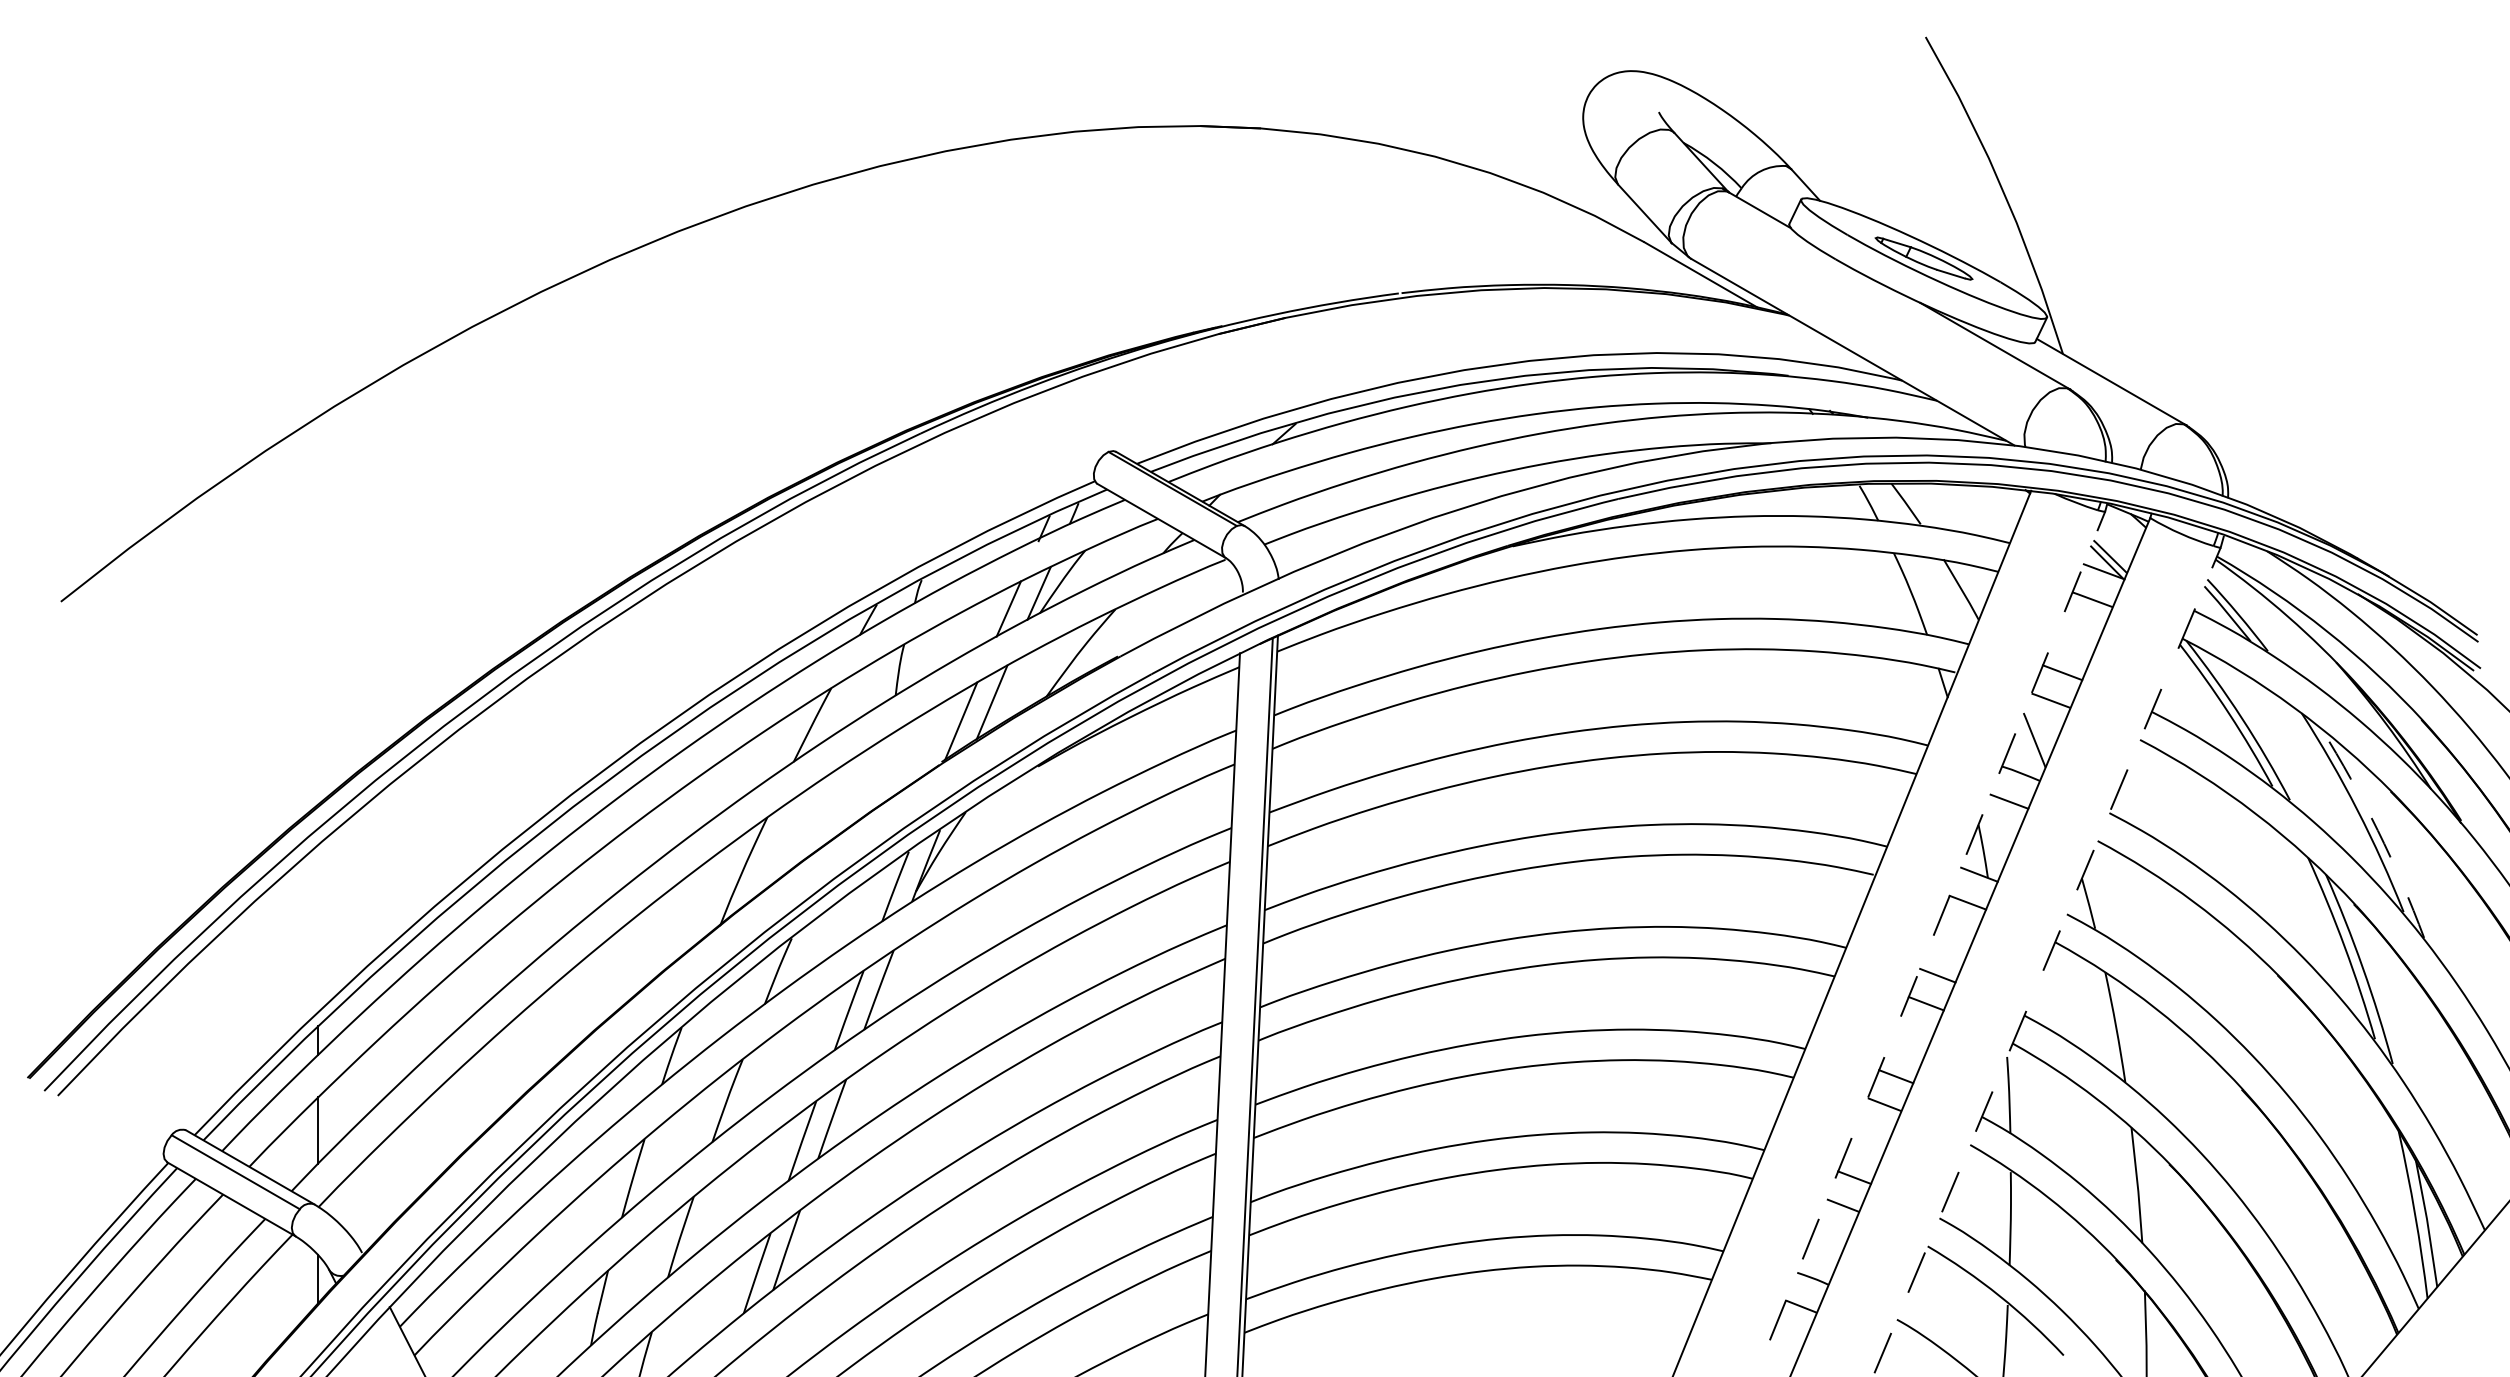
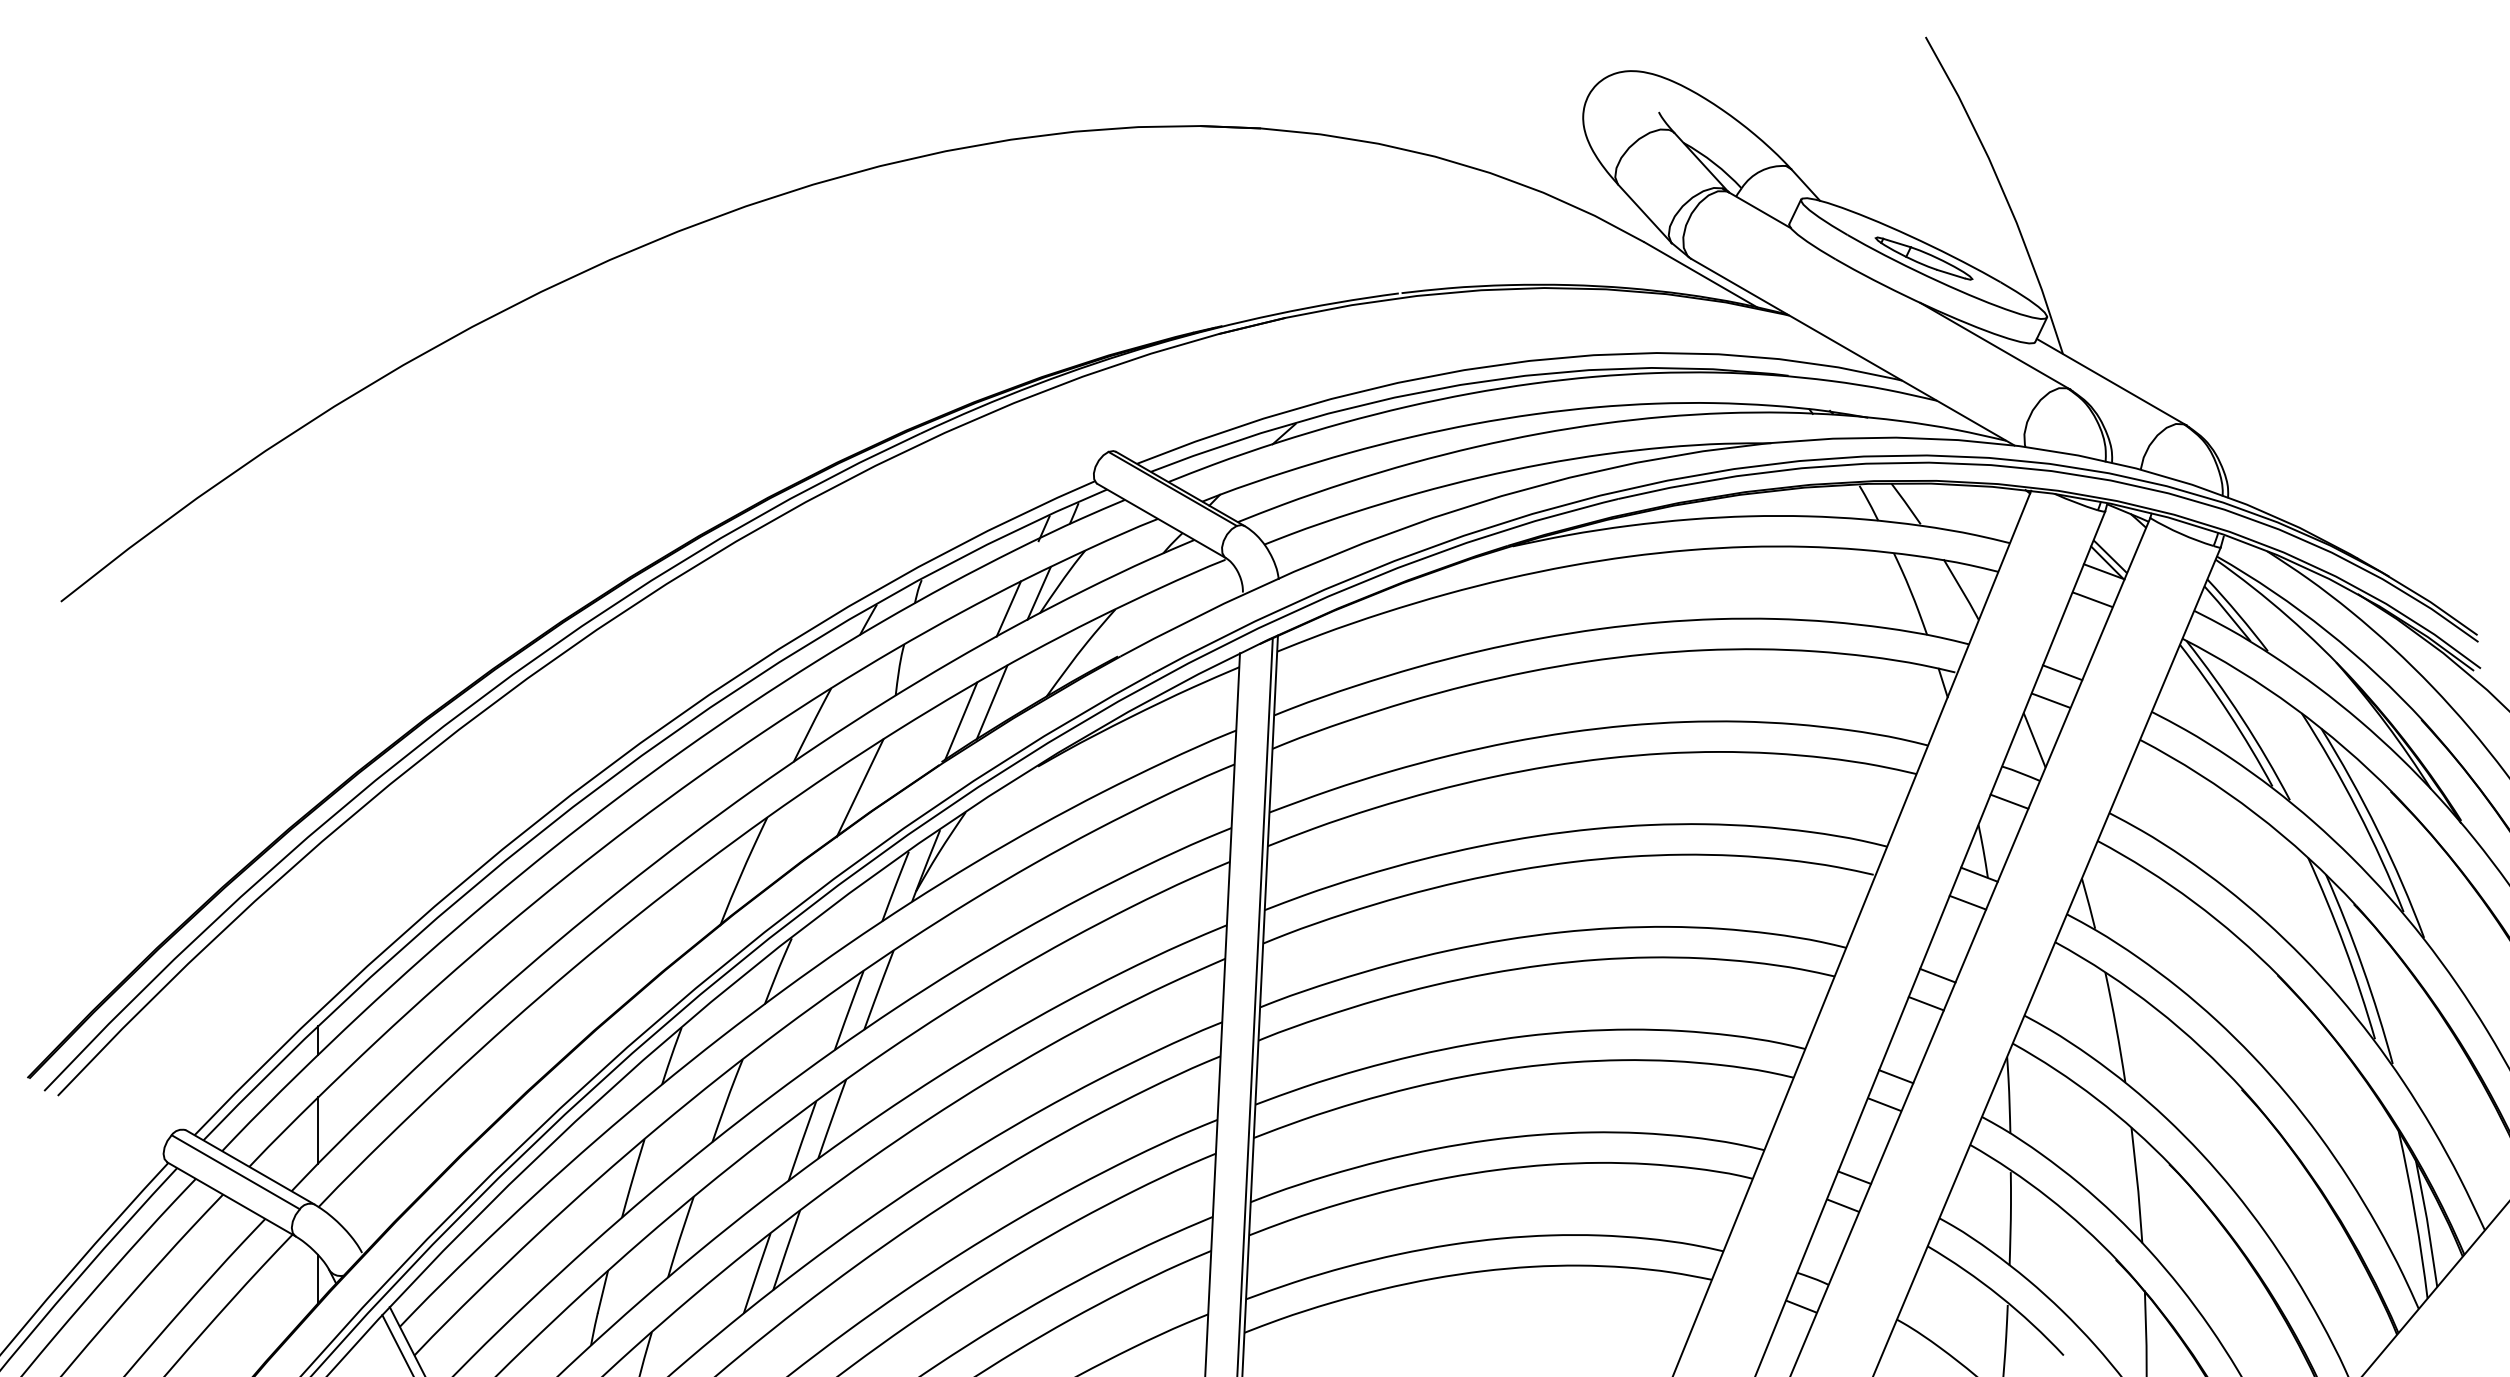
line at (859, 788): none -> present
arc at (2377, 830): dashed -> solid
line at (1930, 944): dashed -> solid
line at (2047, 961): dashed -> solid
line at (397, 1344): none -> present
